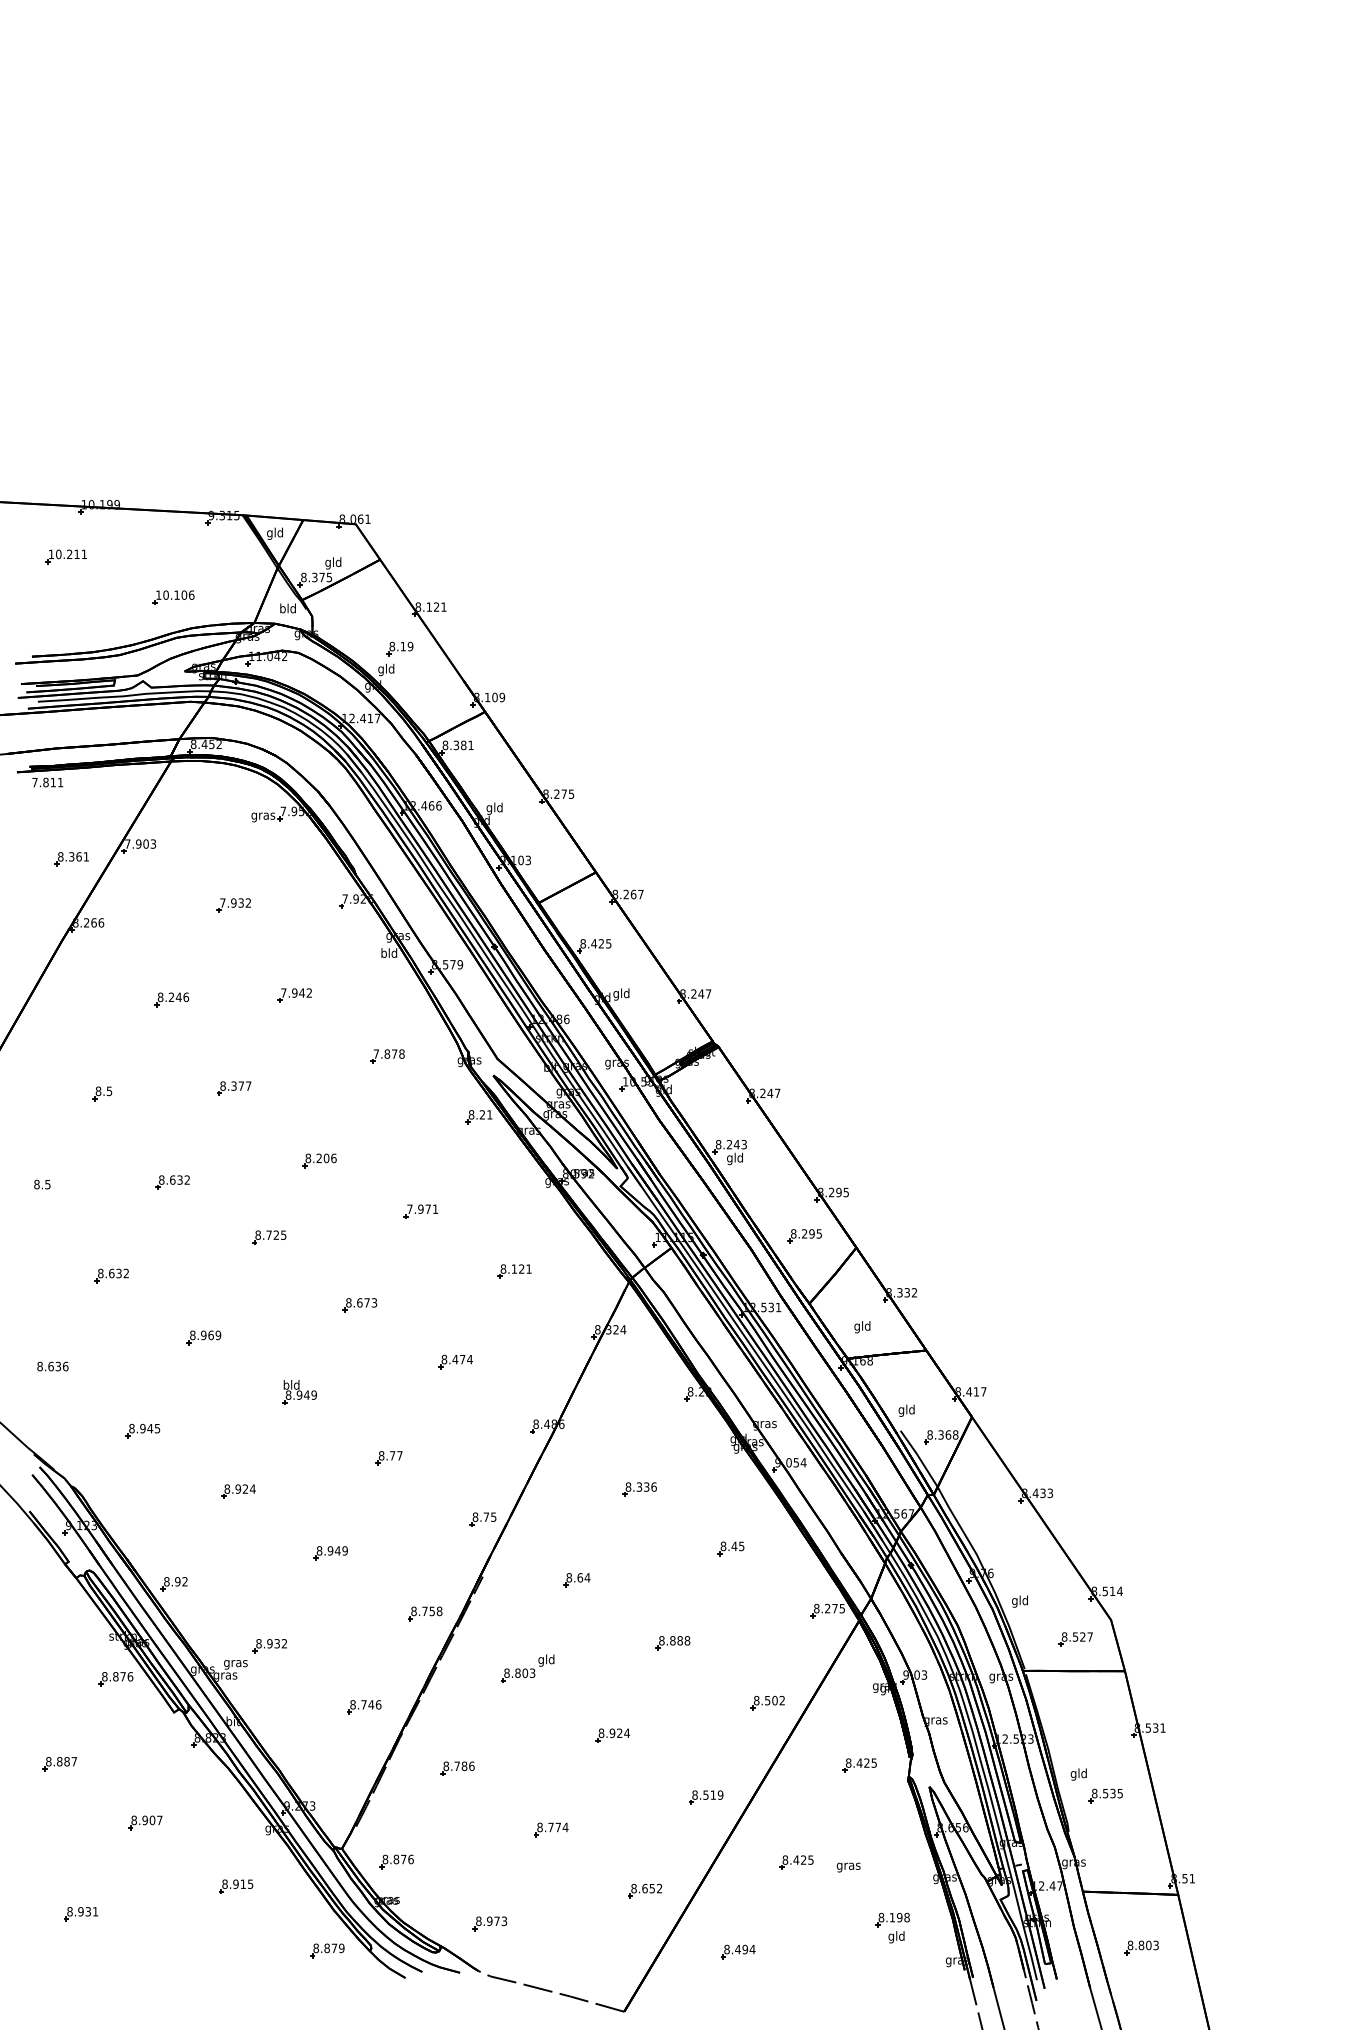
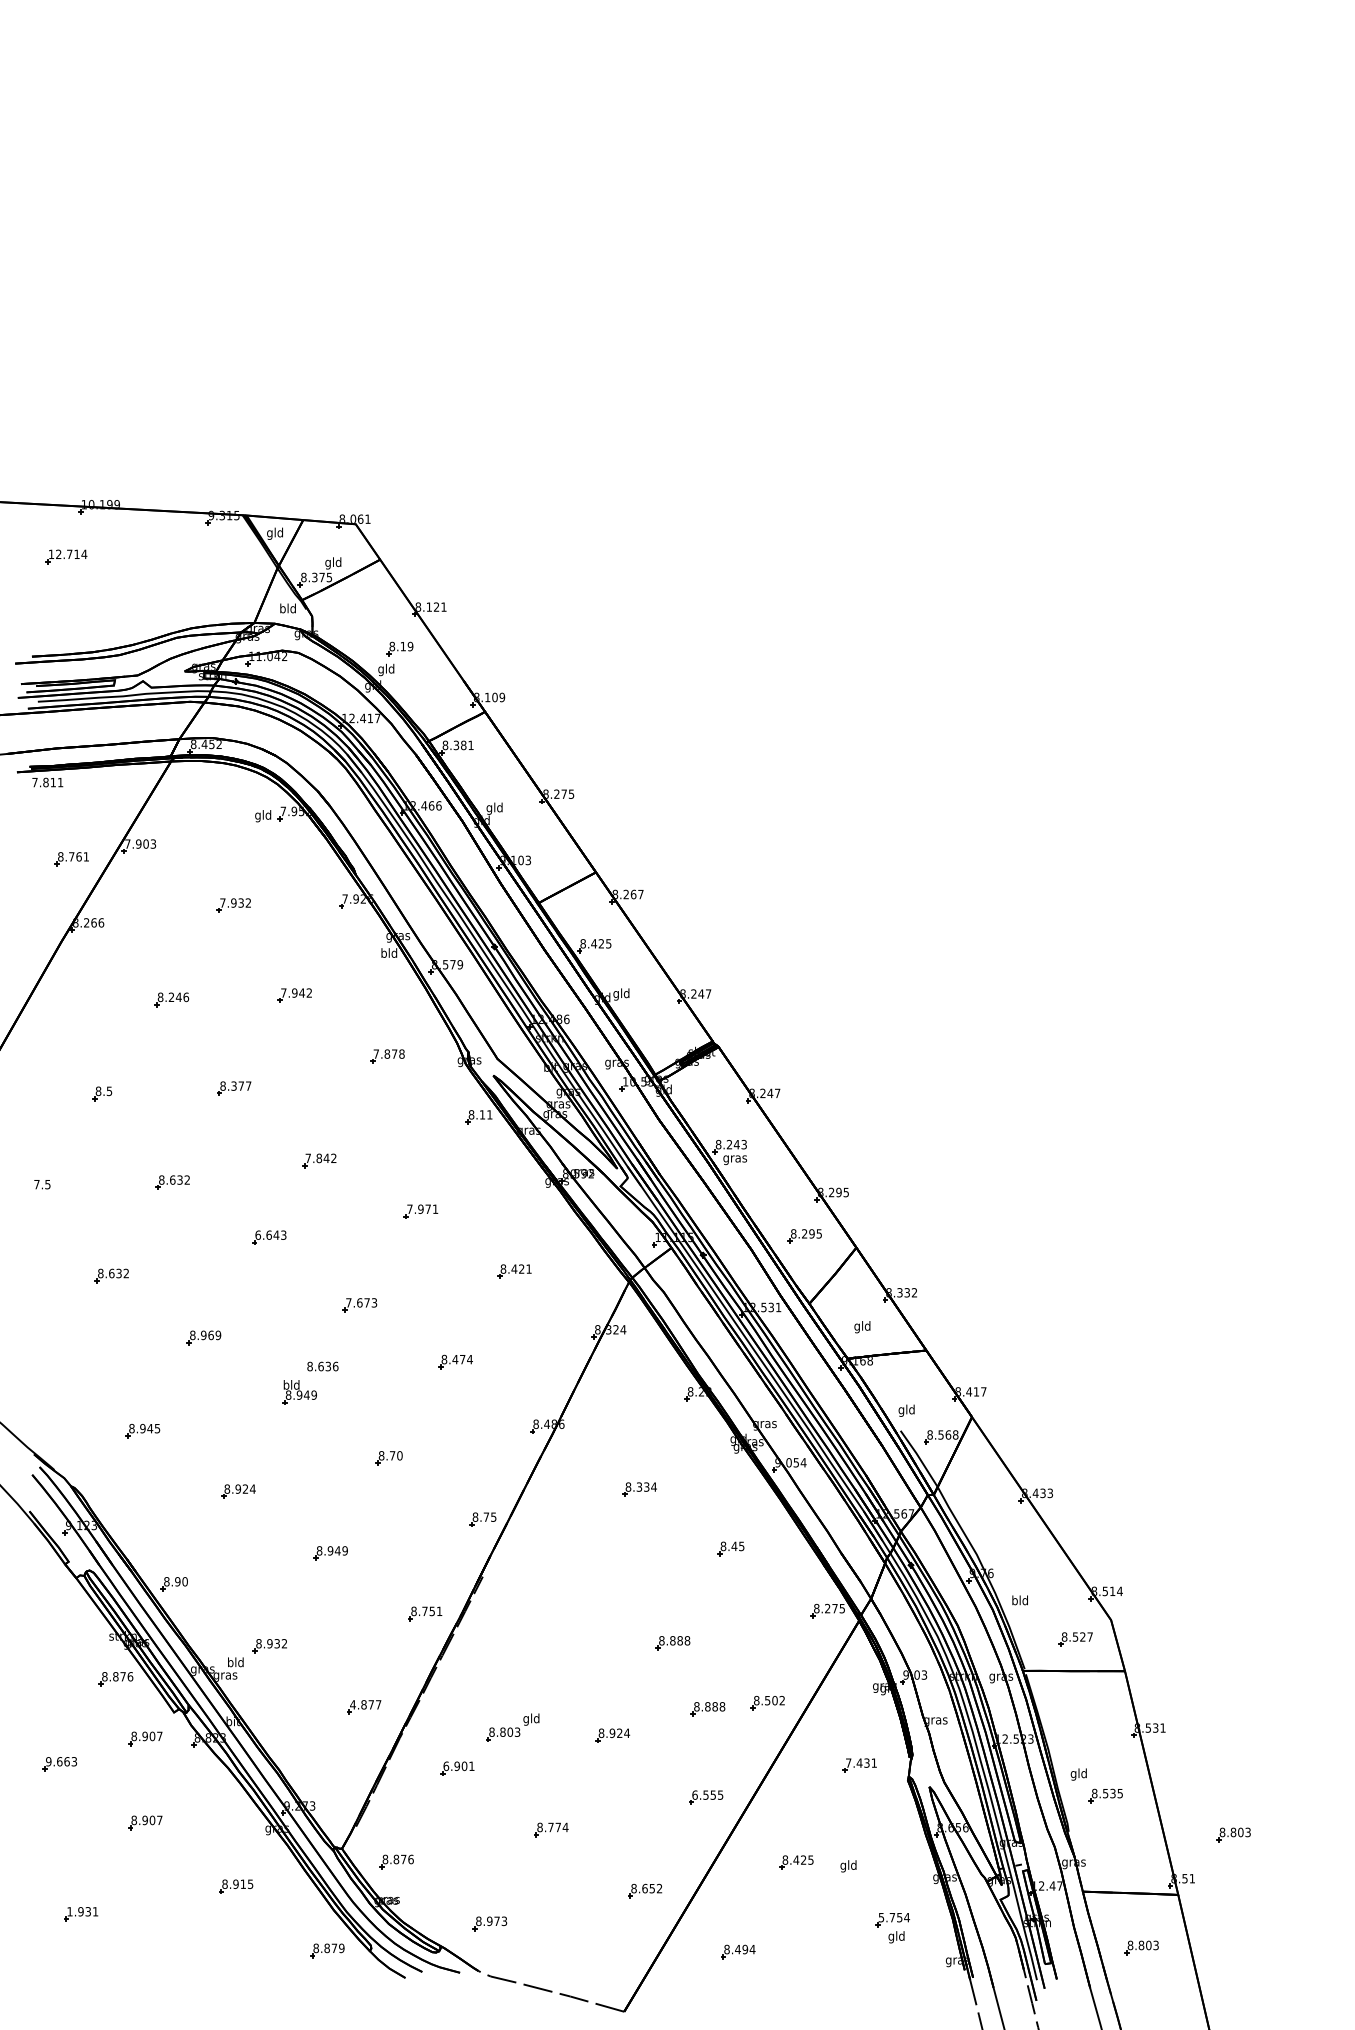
text at (71, 554): 10.211 -> 12.714
part at (173, 597): present -> none
text at (263, 816): gras -> gld
text at (71, 856): 8.361 -> 8.761
text at (481, 1114): 8.21 -> 8.11
text at (320, 1158): 8.206 -> 7.842
text at (735, 1158): gld -> gras
text at (36, 1184): 8.5 -> 7.5
text at (270, 1234): 8.725 -> 6.643
text at (514, 1268): 8.121 -> 8.421
text at (348, 1302): 8.673 -> 7.673
text at (52, 1366) position: (52, 1366) -> (322, 1366)
text at (940, 1434): 8.368 -> 8.568
text at (399, 1455): 8.77 -> 8.70
text at (653, 1486): 8.336 -> 8.334
part at (576, 1580): present -> none
text at (184, 1581): 8.92 -> 8.90
text at (1014, 1601): gld -> bld
text at (439, 1611): 8.758 -> 8.751
text at (235, 1663): gras -> bld
part at (527, 1668) position: (527, 1668) -> (512, 1727)
text at (365, 1704): 8.746 -> 4.877
part at (707, 1709): none -> present
part at (145, 1738): none -> present
text at (61, 1761): 8.887 -> 9.663
text at (861, 1762): 8.425 -> 7.431
text at (458, 1766): 8.786 -> 6.901
text at (707, 1794): 8.519 -> 6.555
part at (1233, 1834): none -> present
text at (848, 1866): gras -> gld
text at (69, 1911): 8.931 -> 1.931
text at (894, 1917): 8.198 -> 5.754
